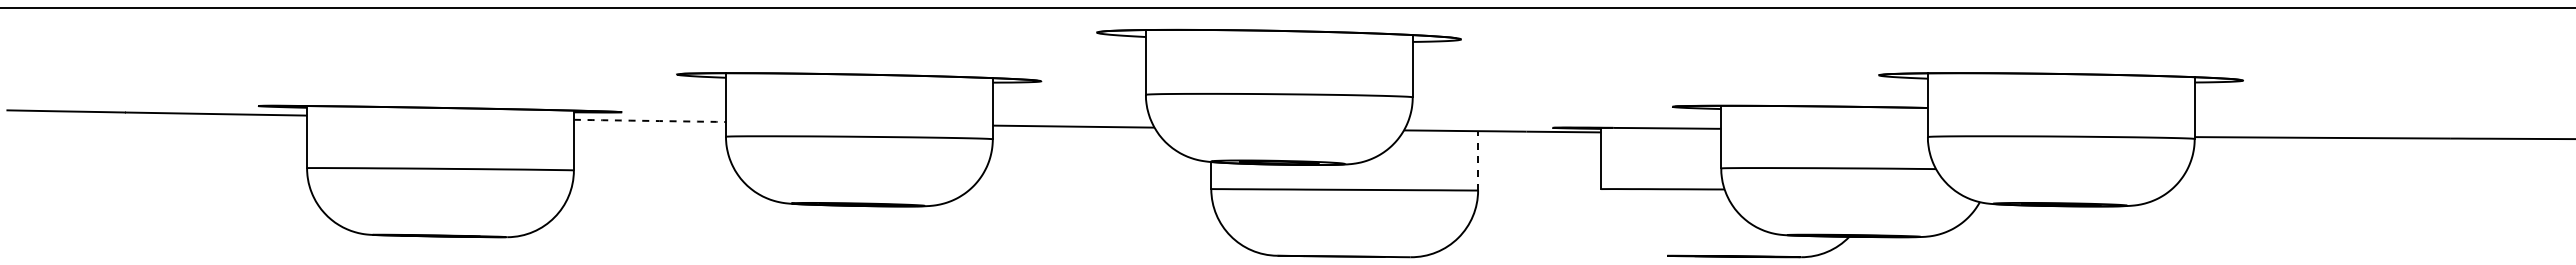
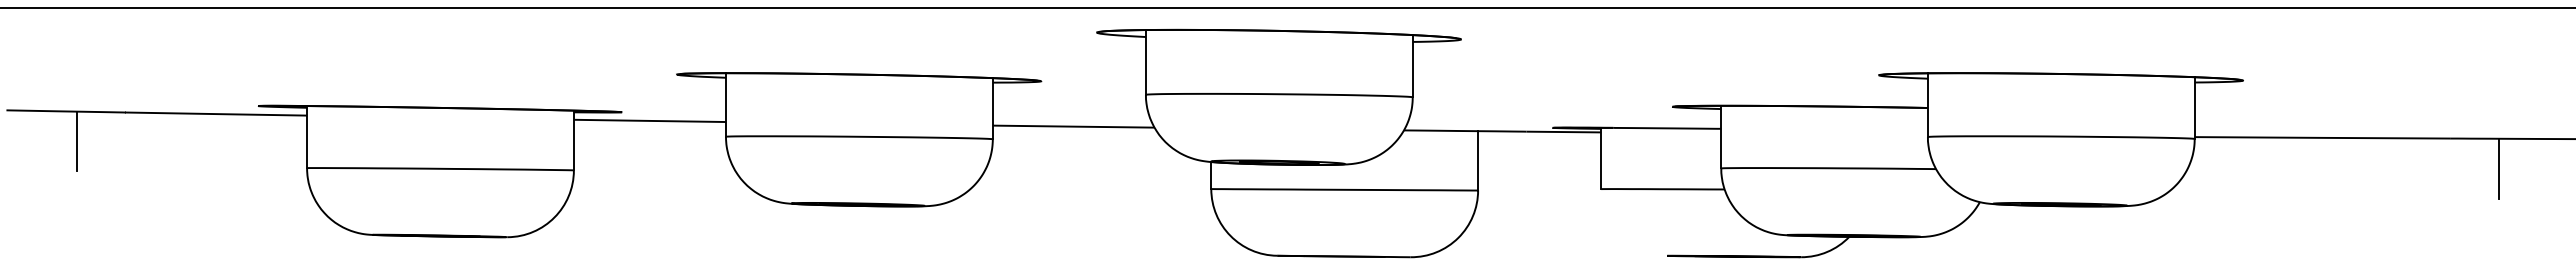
arc at (649, 120): dashed -> solid
line at (77, 140): none -> present
line at (1478, 160): dashed -> solid
line at (2498, 168): none -> present
